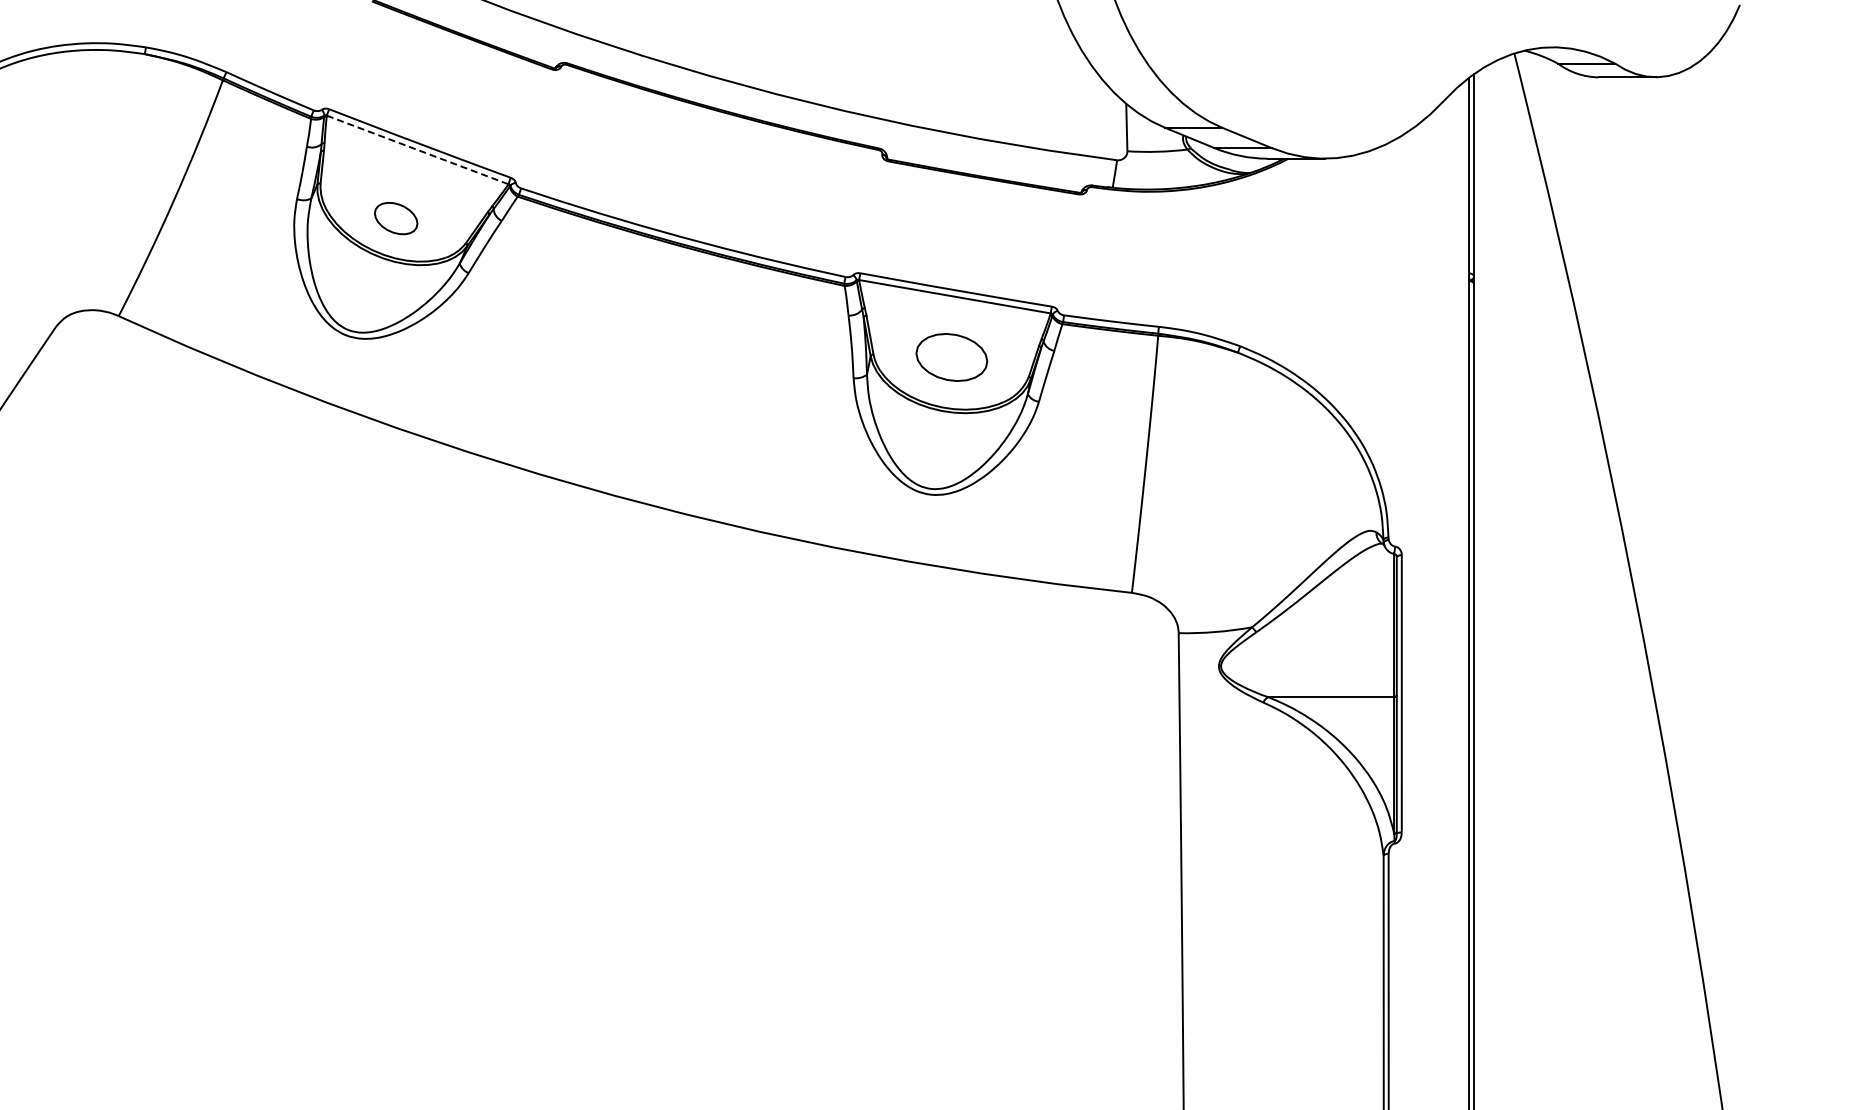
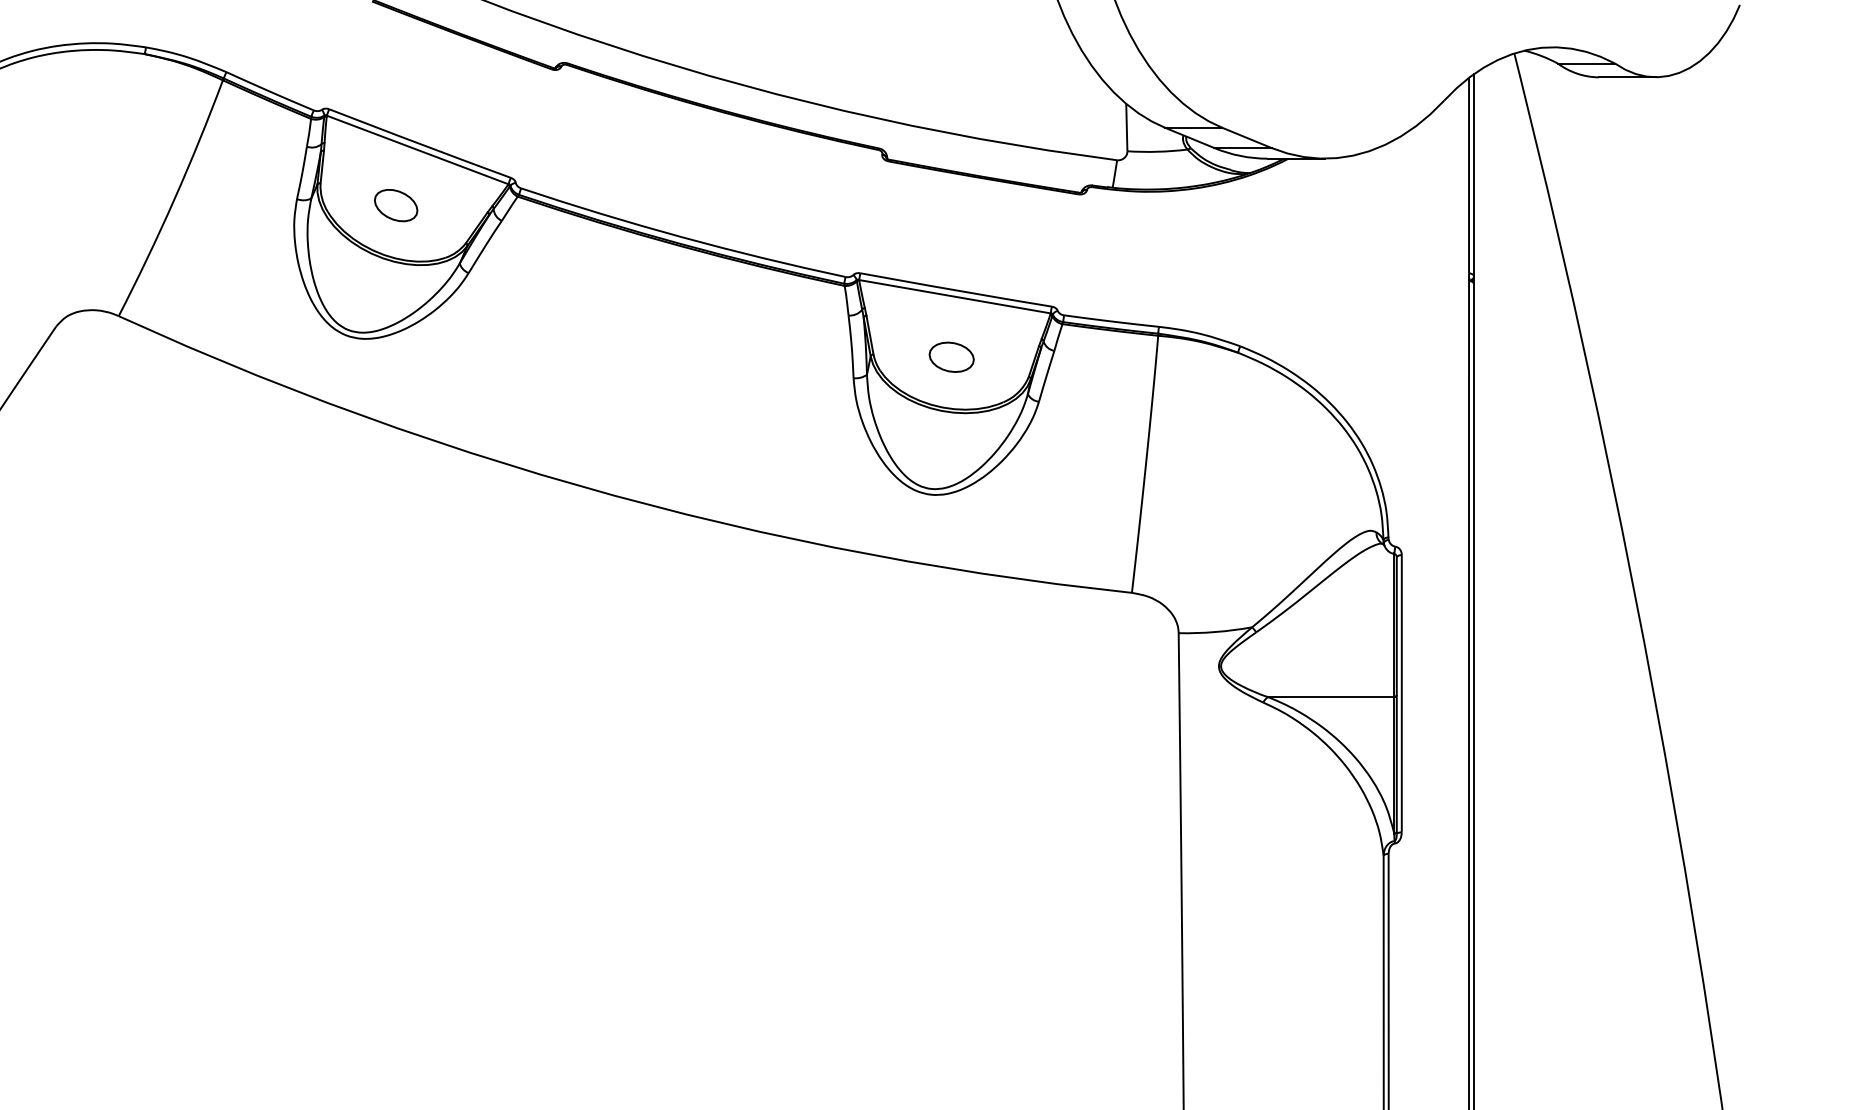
line at (418, 150): dashed -> solid
part at (396, 218) position: (396, 218) -> (396, 205)
part at (951, 357) size: 74x49 px -> 47x32 px
